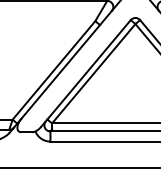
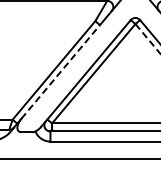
line at (148, 39): solid -> dashed
line at (61, 71): solid -> dashed
line at (79, 167) position: (79, 167) -> (79, 158)
